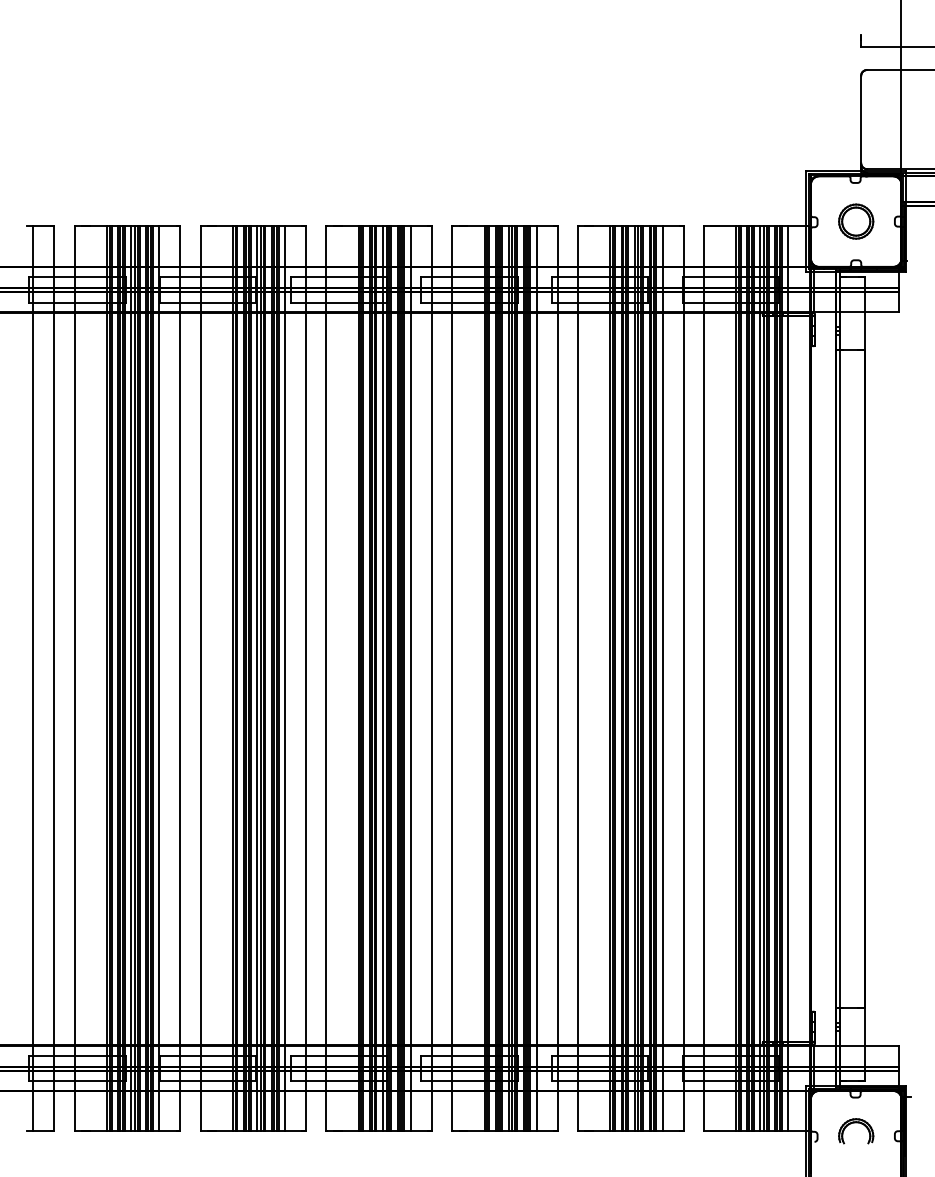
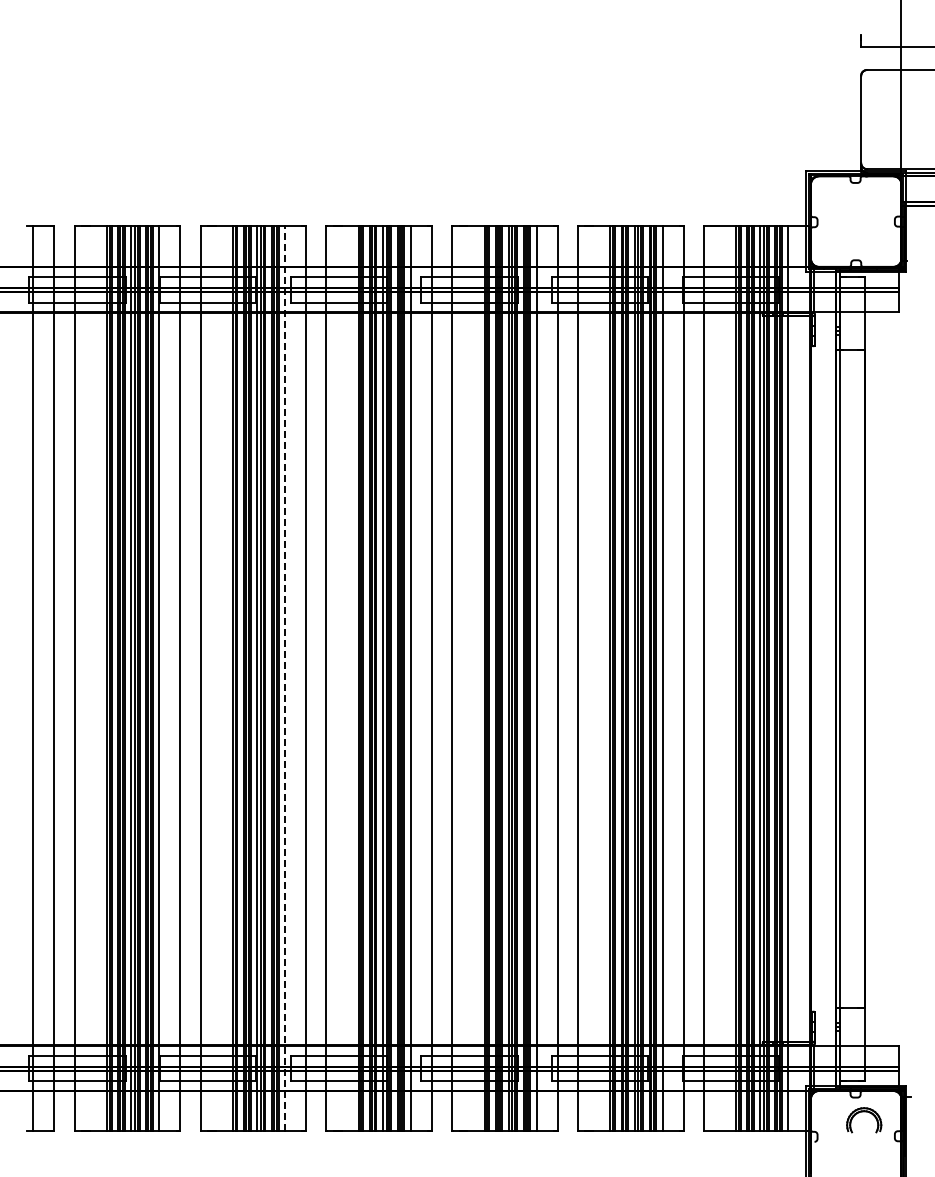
part at (856, 221): present -> none
line at (285, 678): solid -> dashed
part at (856, 1123) position: (856, 1123) -> (864, 1112)
